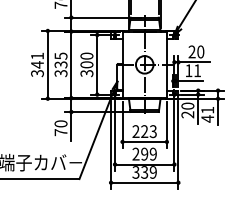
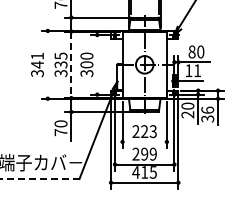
text at (191, 51): 20 -> 80
line at (47, 64): present -> none
line at (71, 64): solid -> dashed
line at (97, 64): present -> none
text at (207, 114): 41 -> 36
line at (144, 141): present -> none
text at (144, 172): 339 -> 415
line at (39, 179): solid -> dashed
